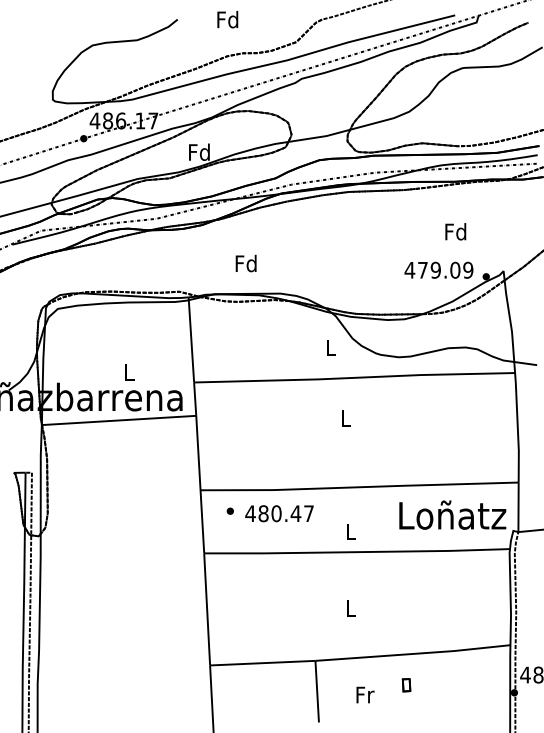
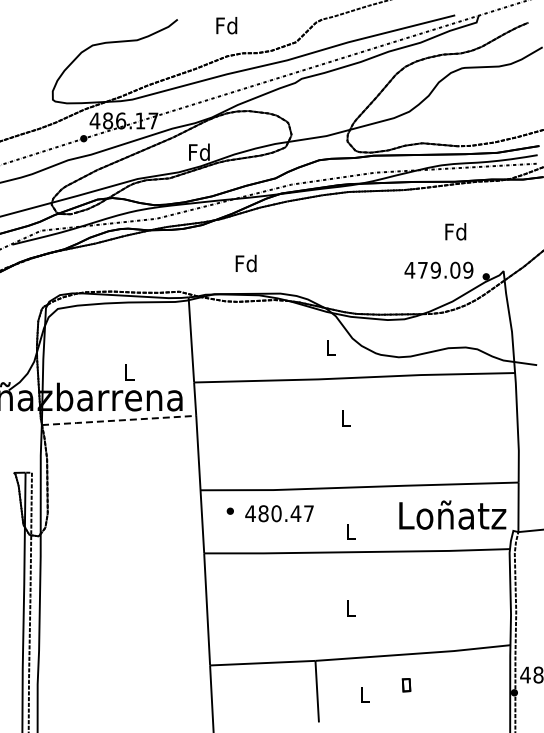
text at (227, 19) position: (227, 19) -> (226, 25)
line at (118, 420): solid -> dashed
text at (365, 694): Fr -> L
